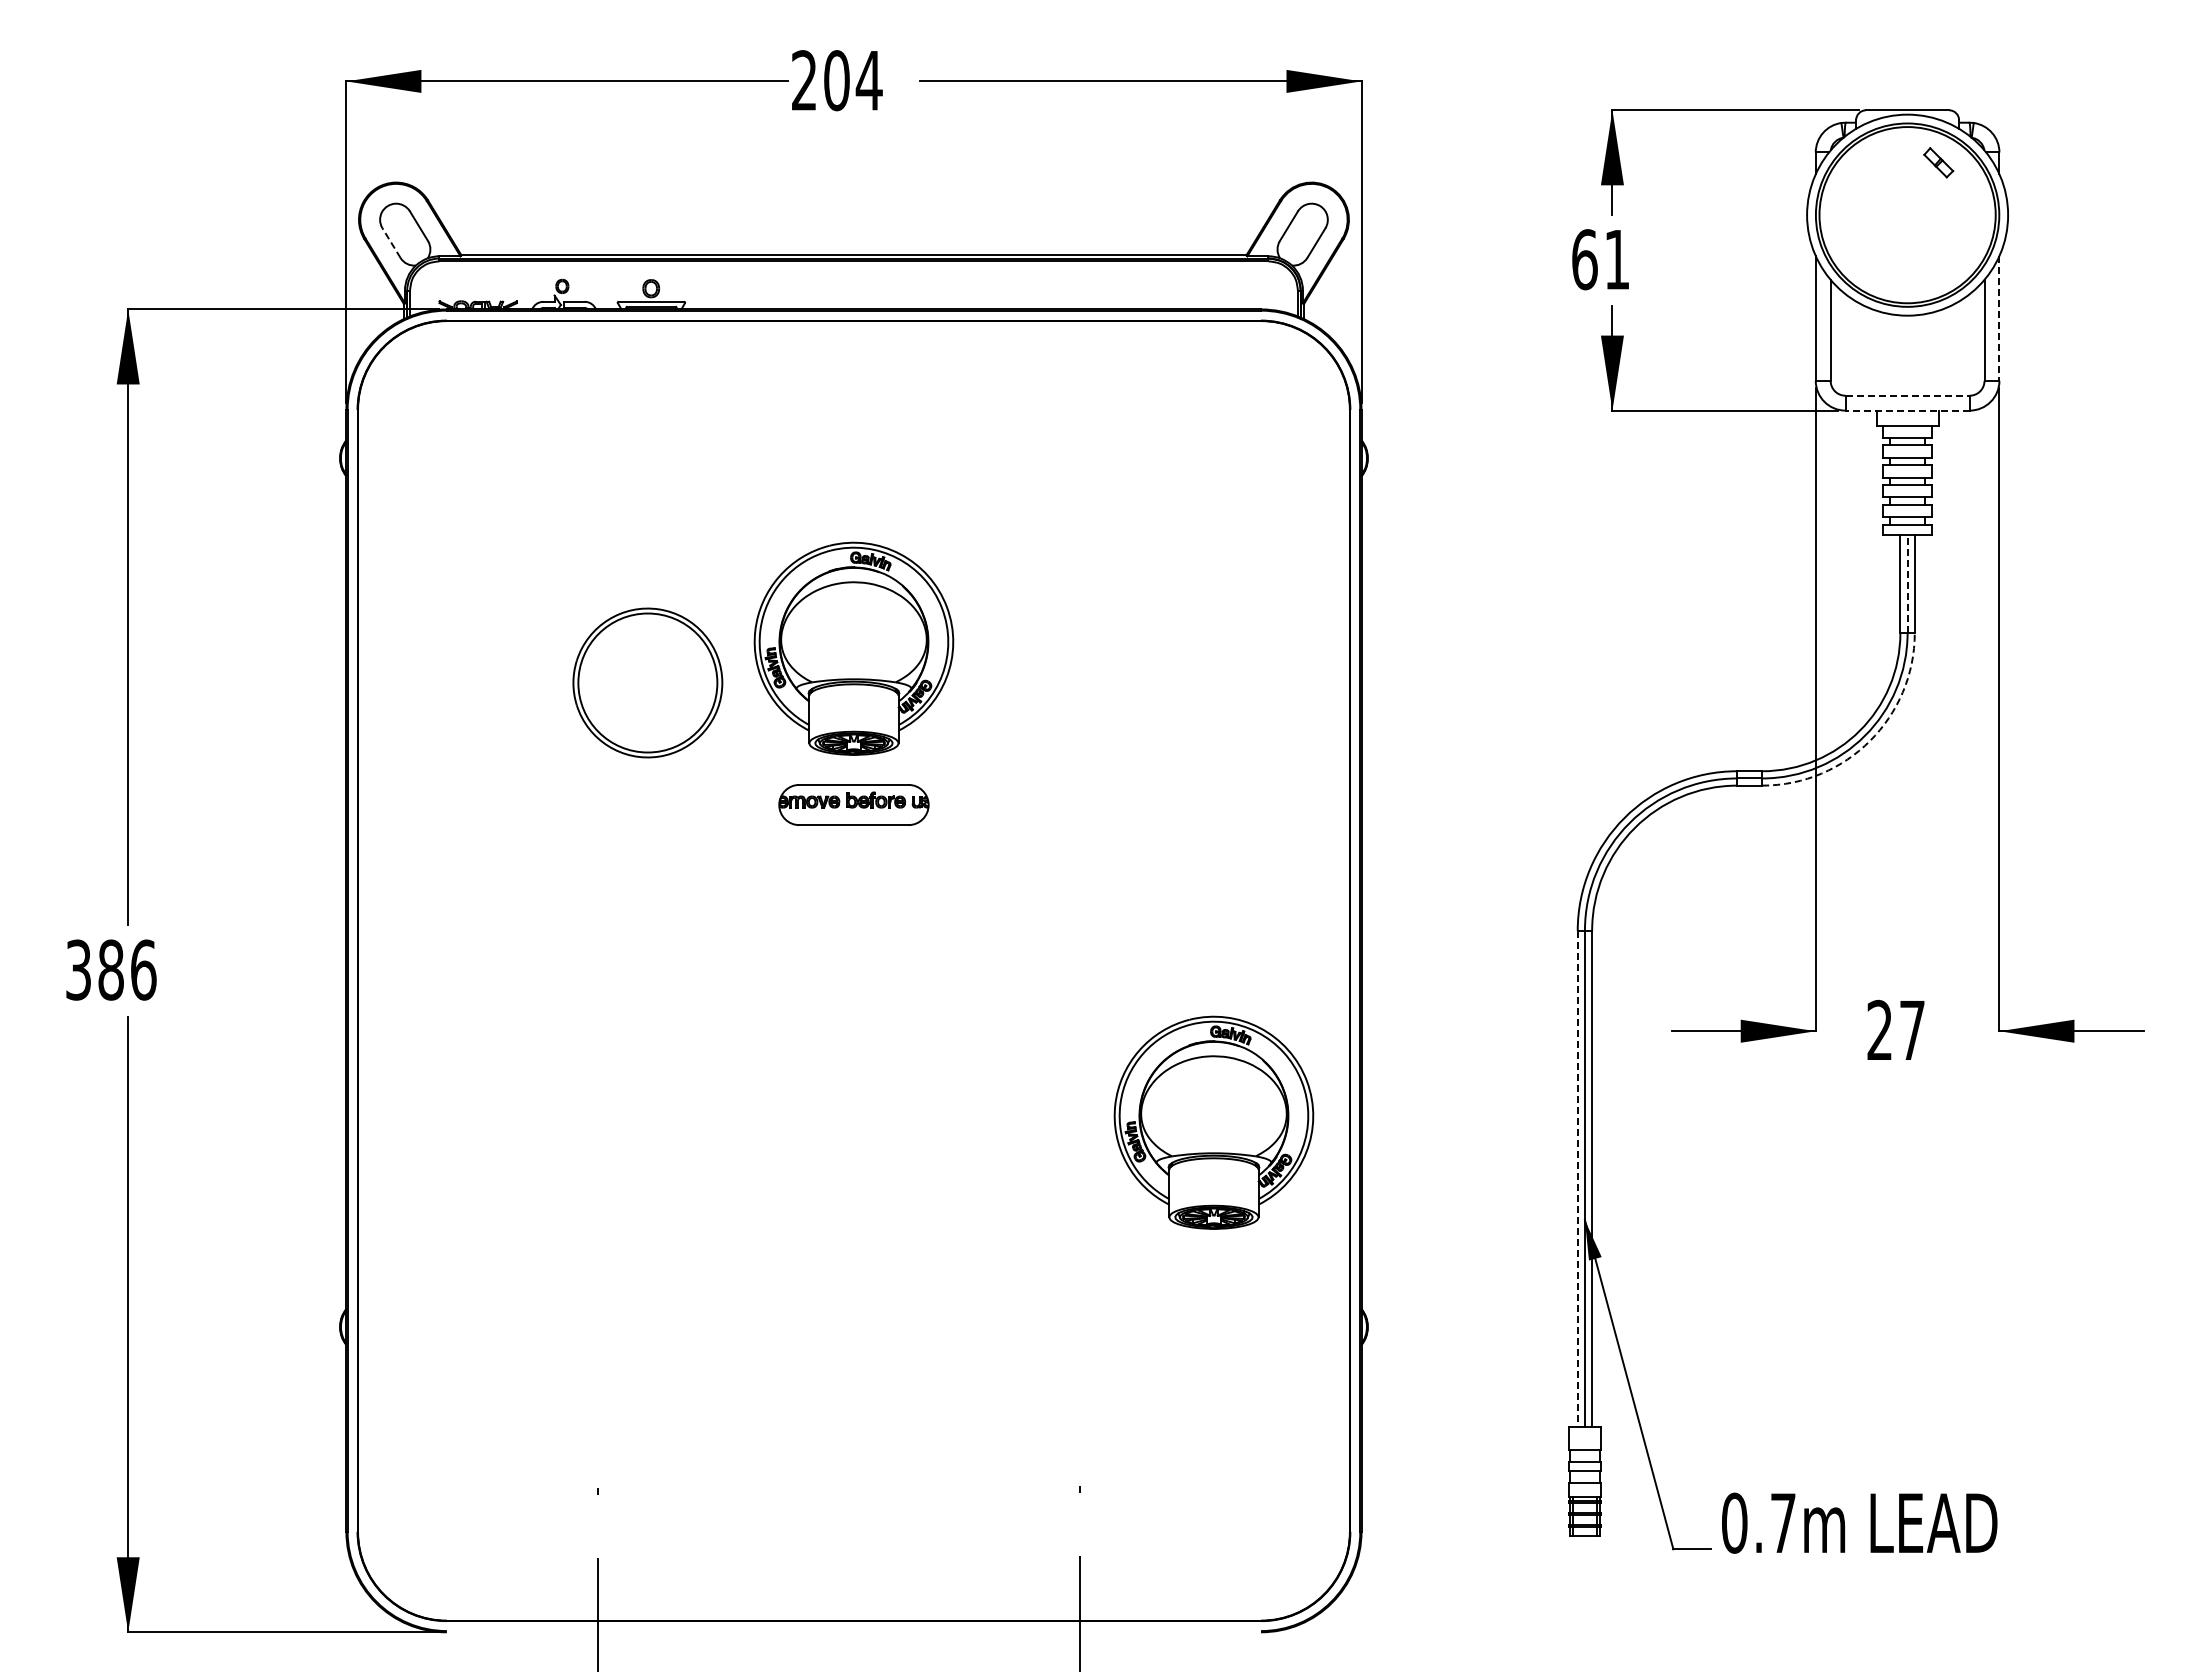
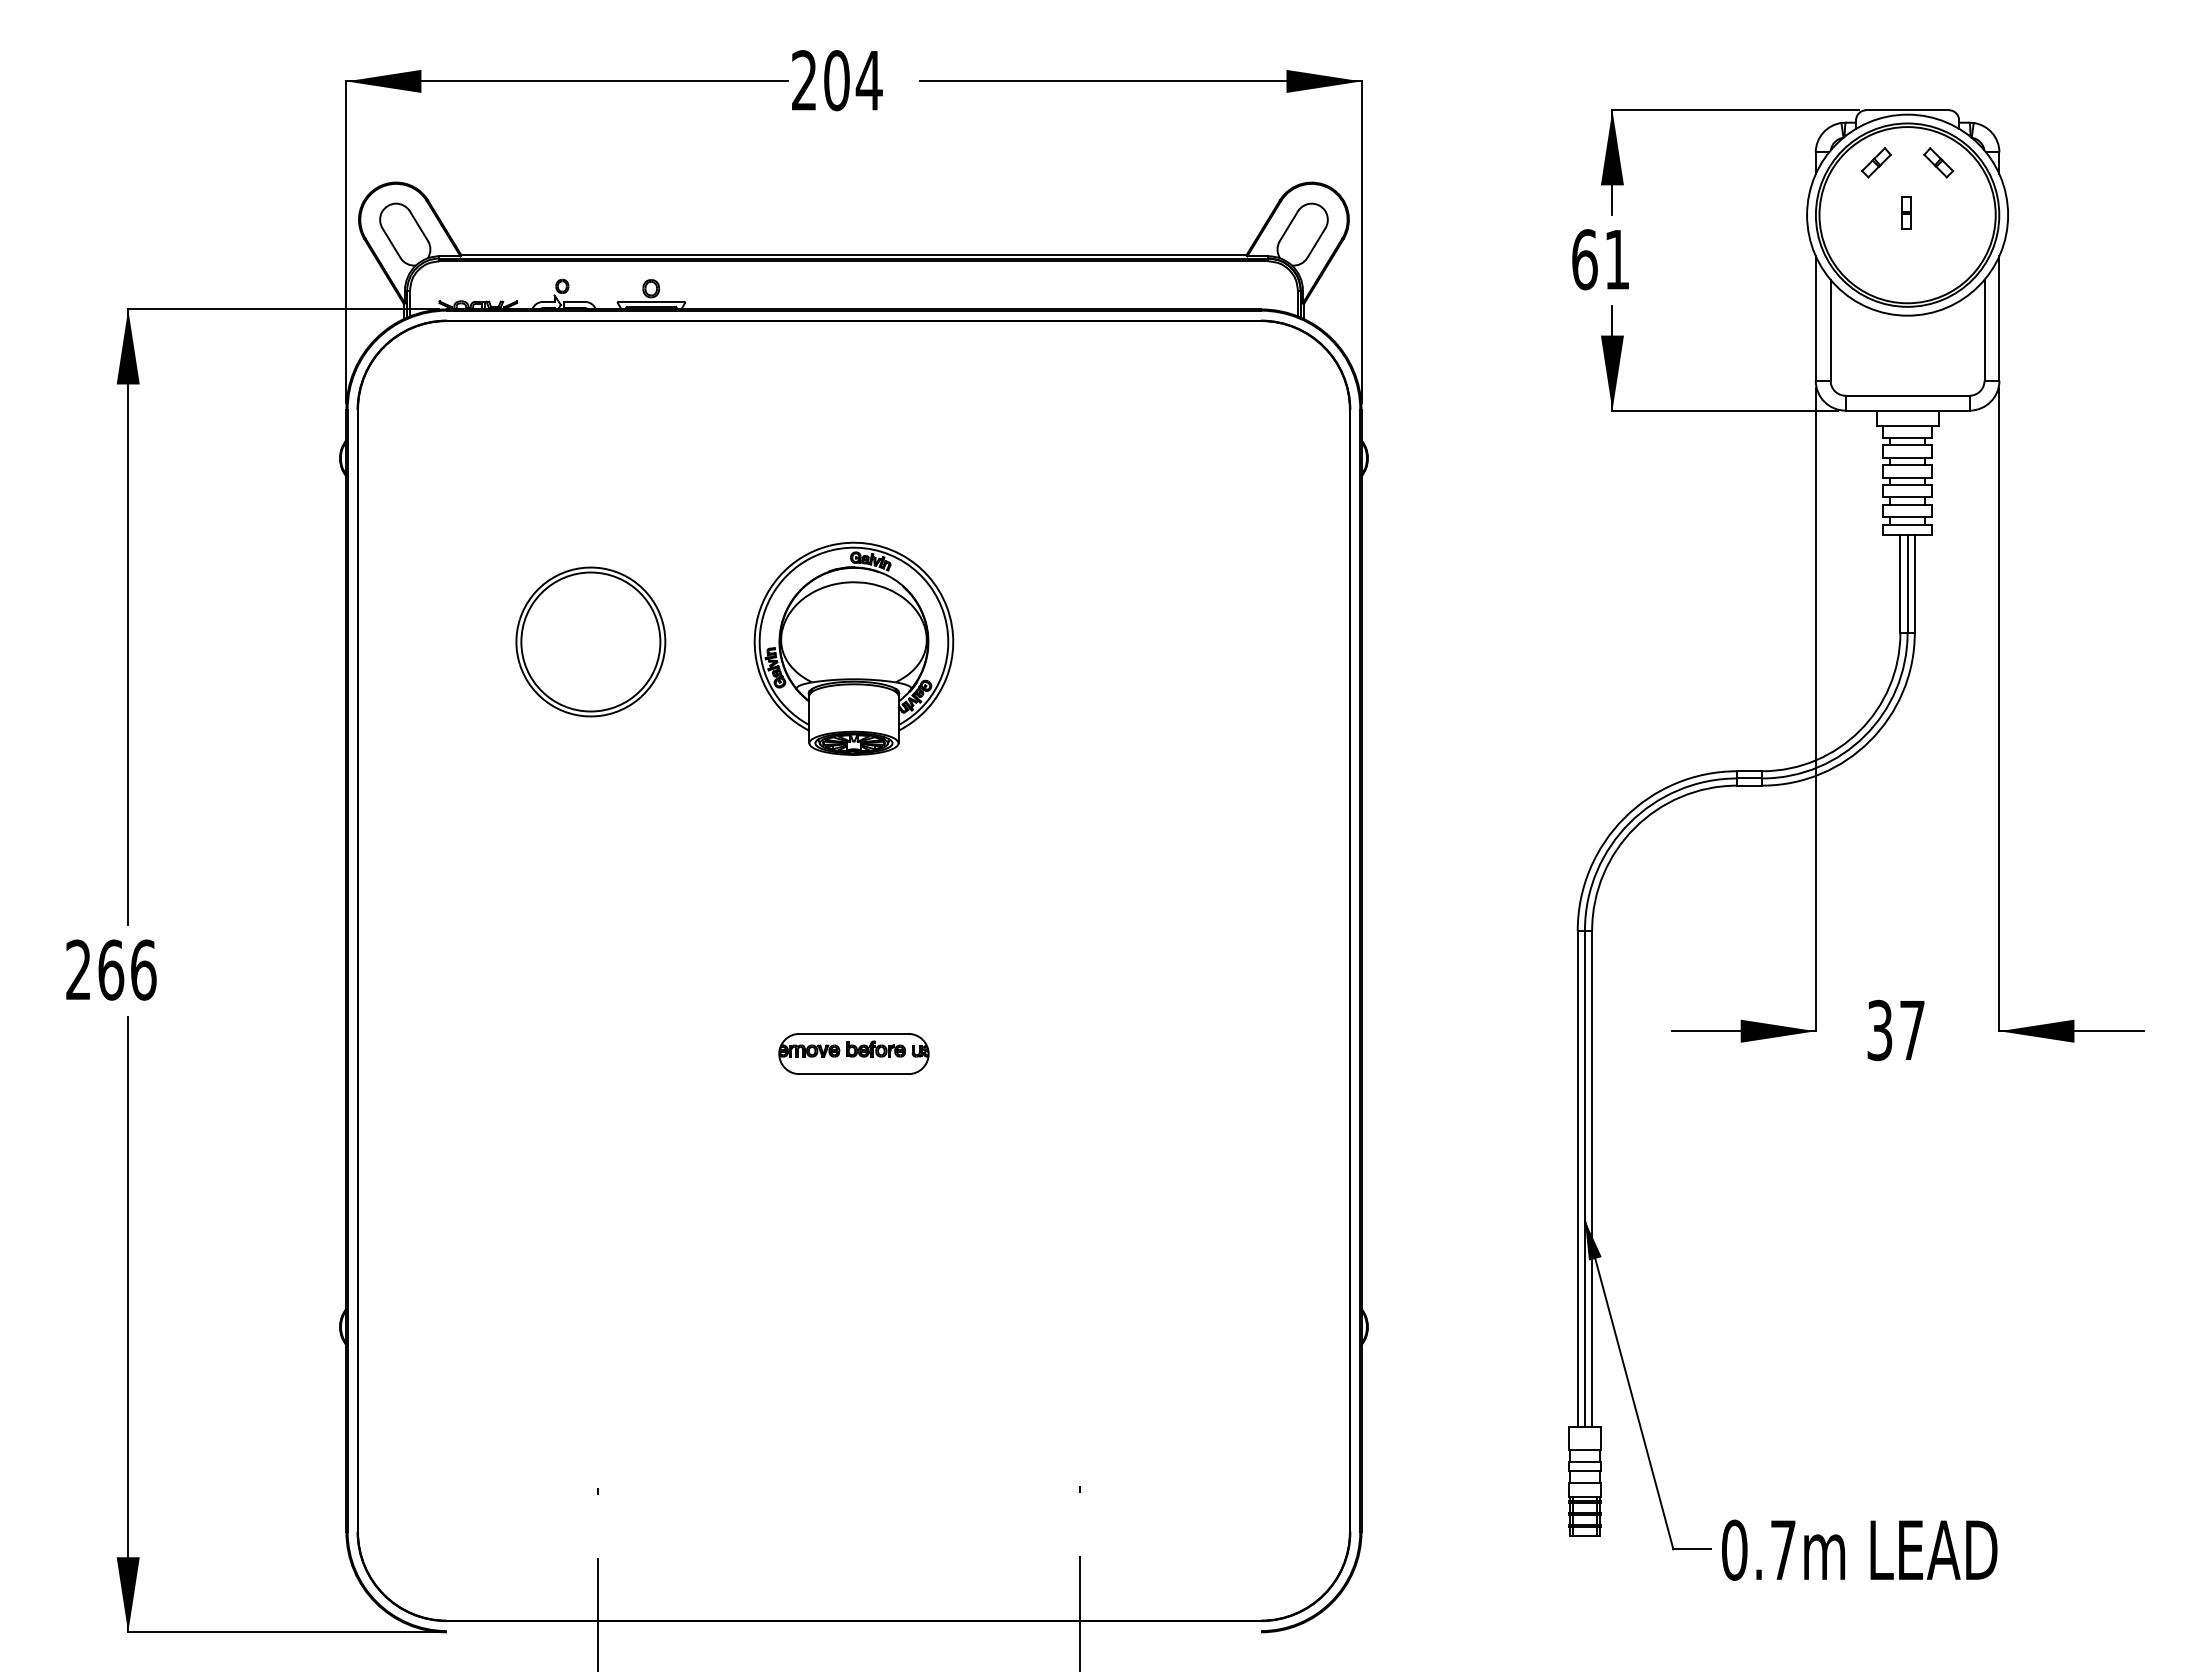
part at (1876, 162): none -> present
part at (1906, 212): none -> present
line at (391, 242): dashed -> solid
line at (1999, 318): dashed -> solid
line at (1908, 395): dashed -> solid
line at (1907, 410): dashed -> solid
line at (1907, 583): dashed -> solid
part at (647, 682) position: (647, 682) -> (590, 641)
arc at (1870, 740): dashed -> solid
part at (853, 804) position: (853, 804) -> (853, 1053)
text at (95, 969): 386 -> 266
text at (1879, 1030): 27 -> 37
part at (1213, 1122): present -> none
line at (1577, 1179): dashed -> solid
text at (1859, 1522) position: (1859, 1522) -> (1859, 1549)
